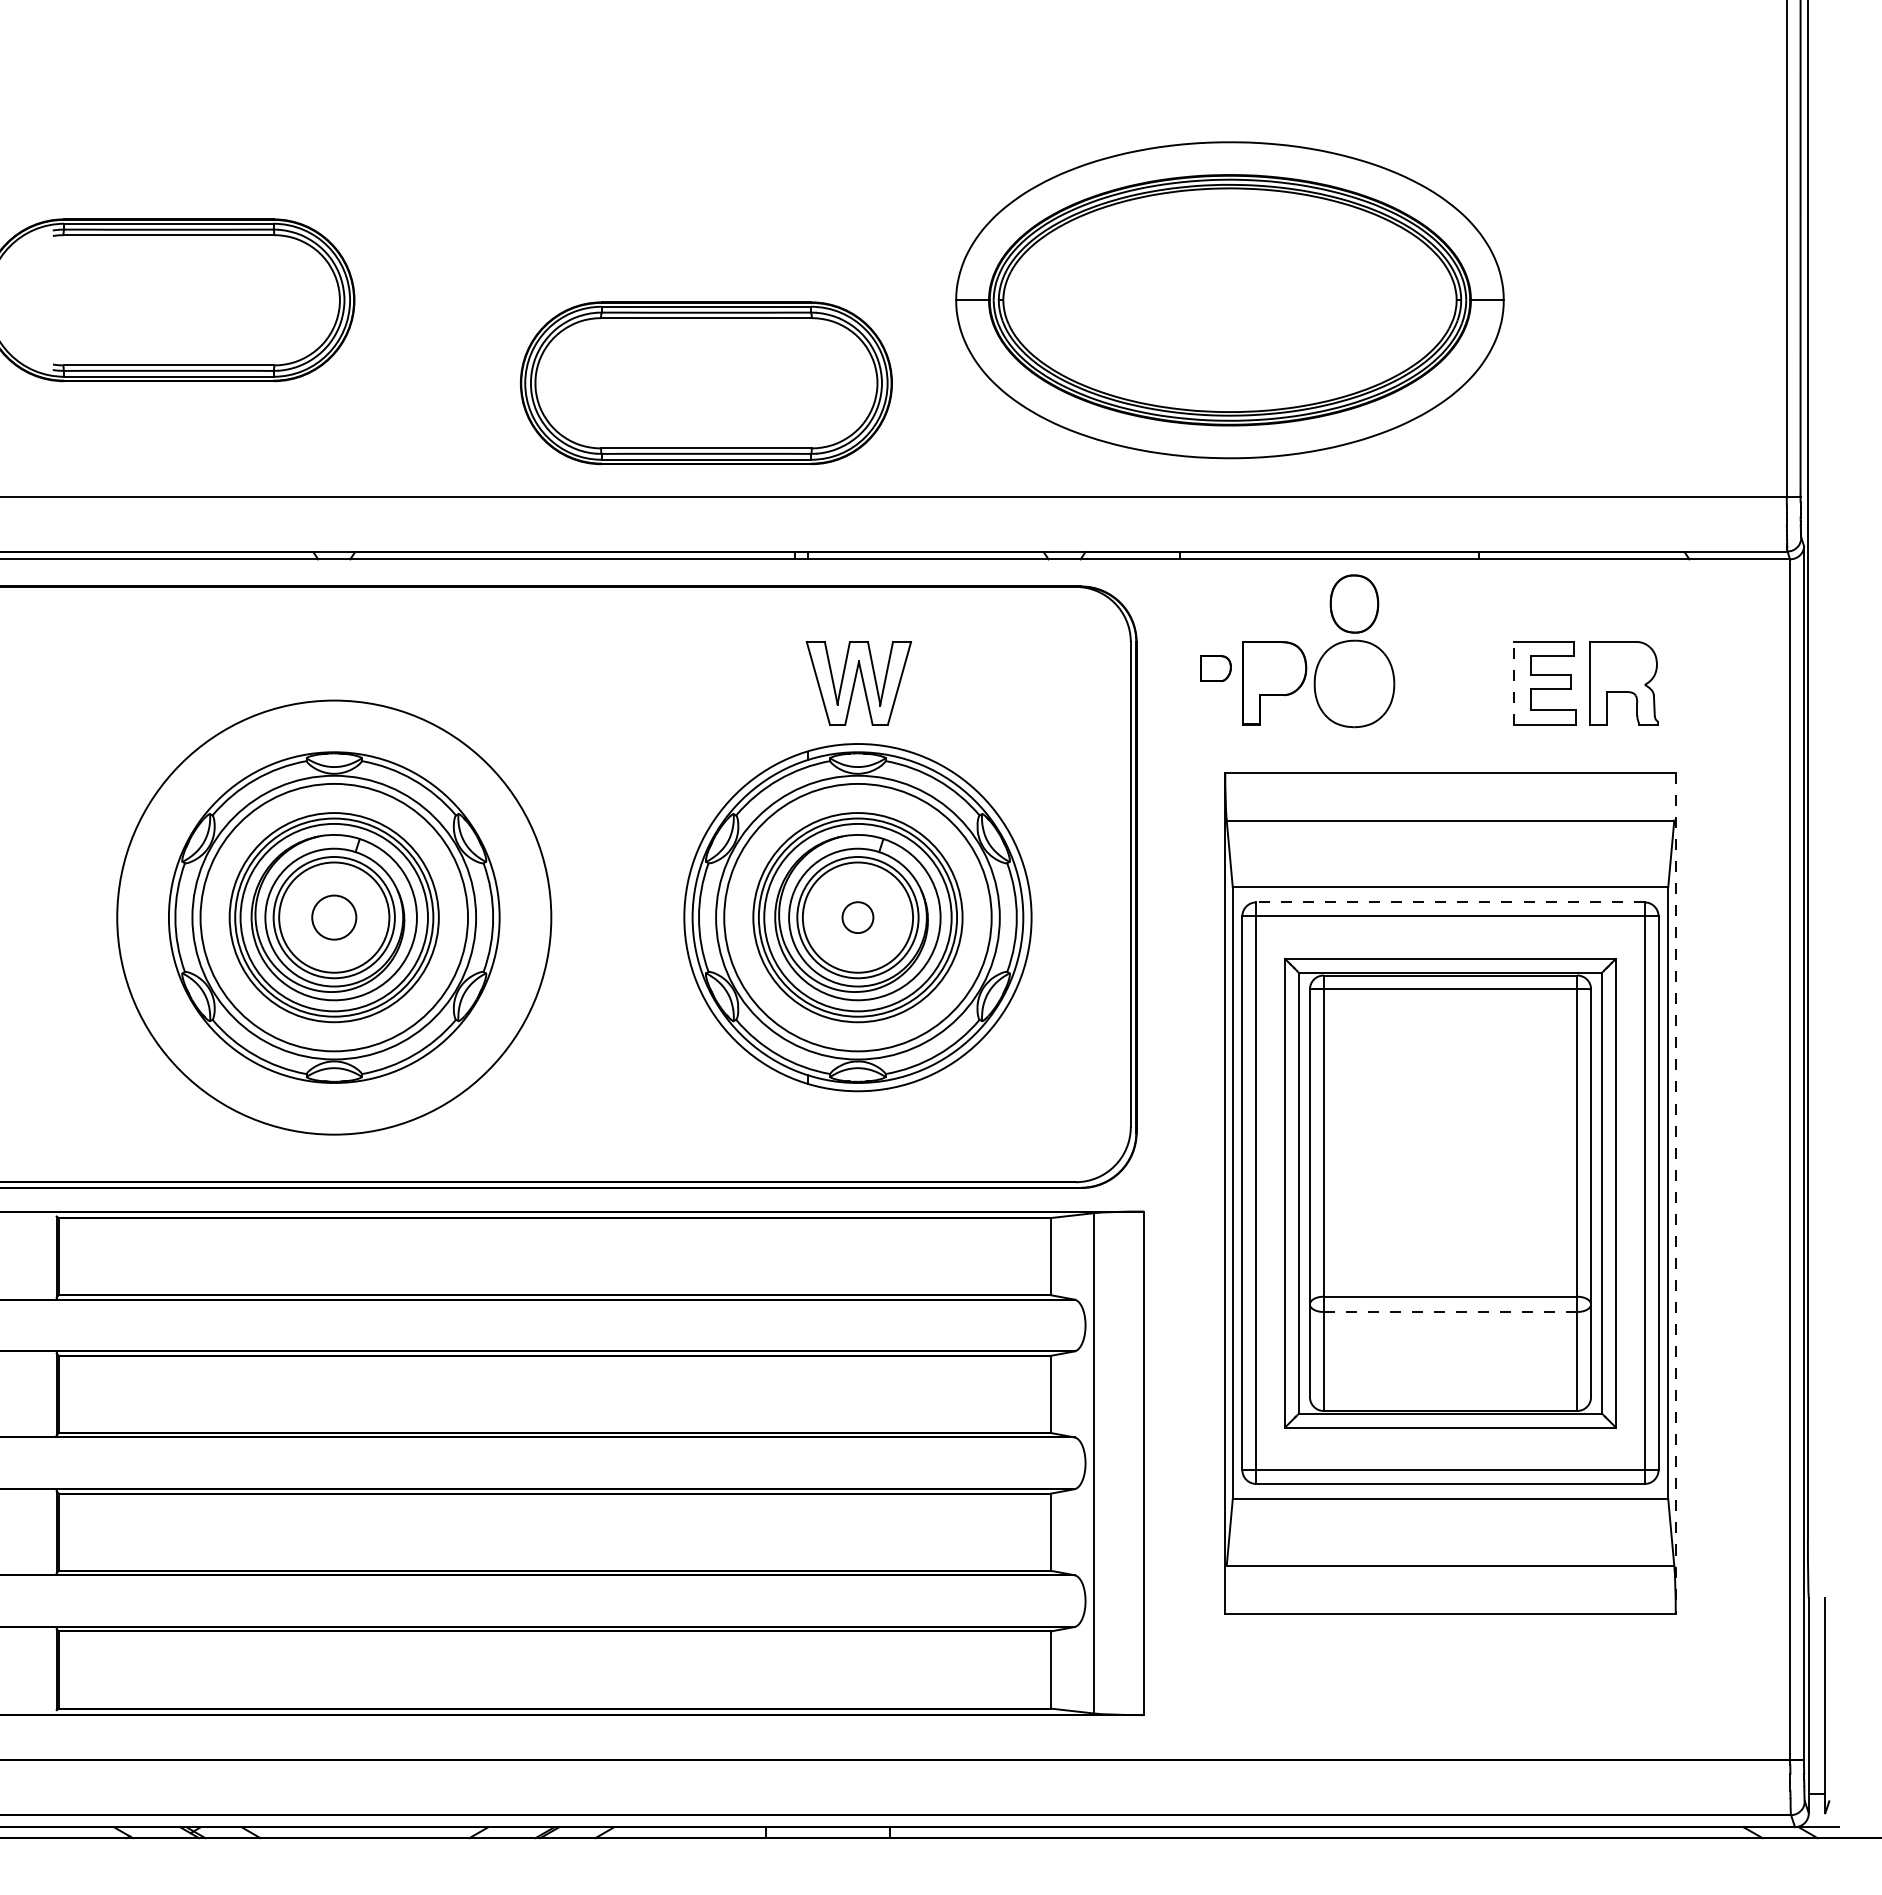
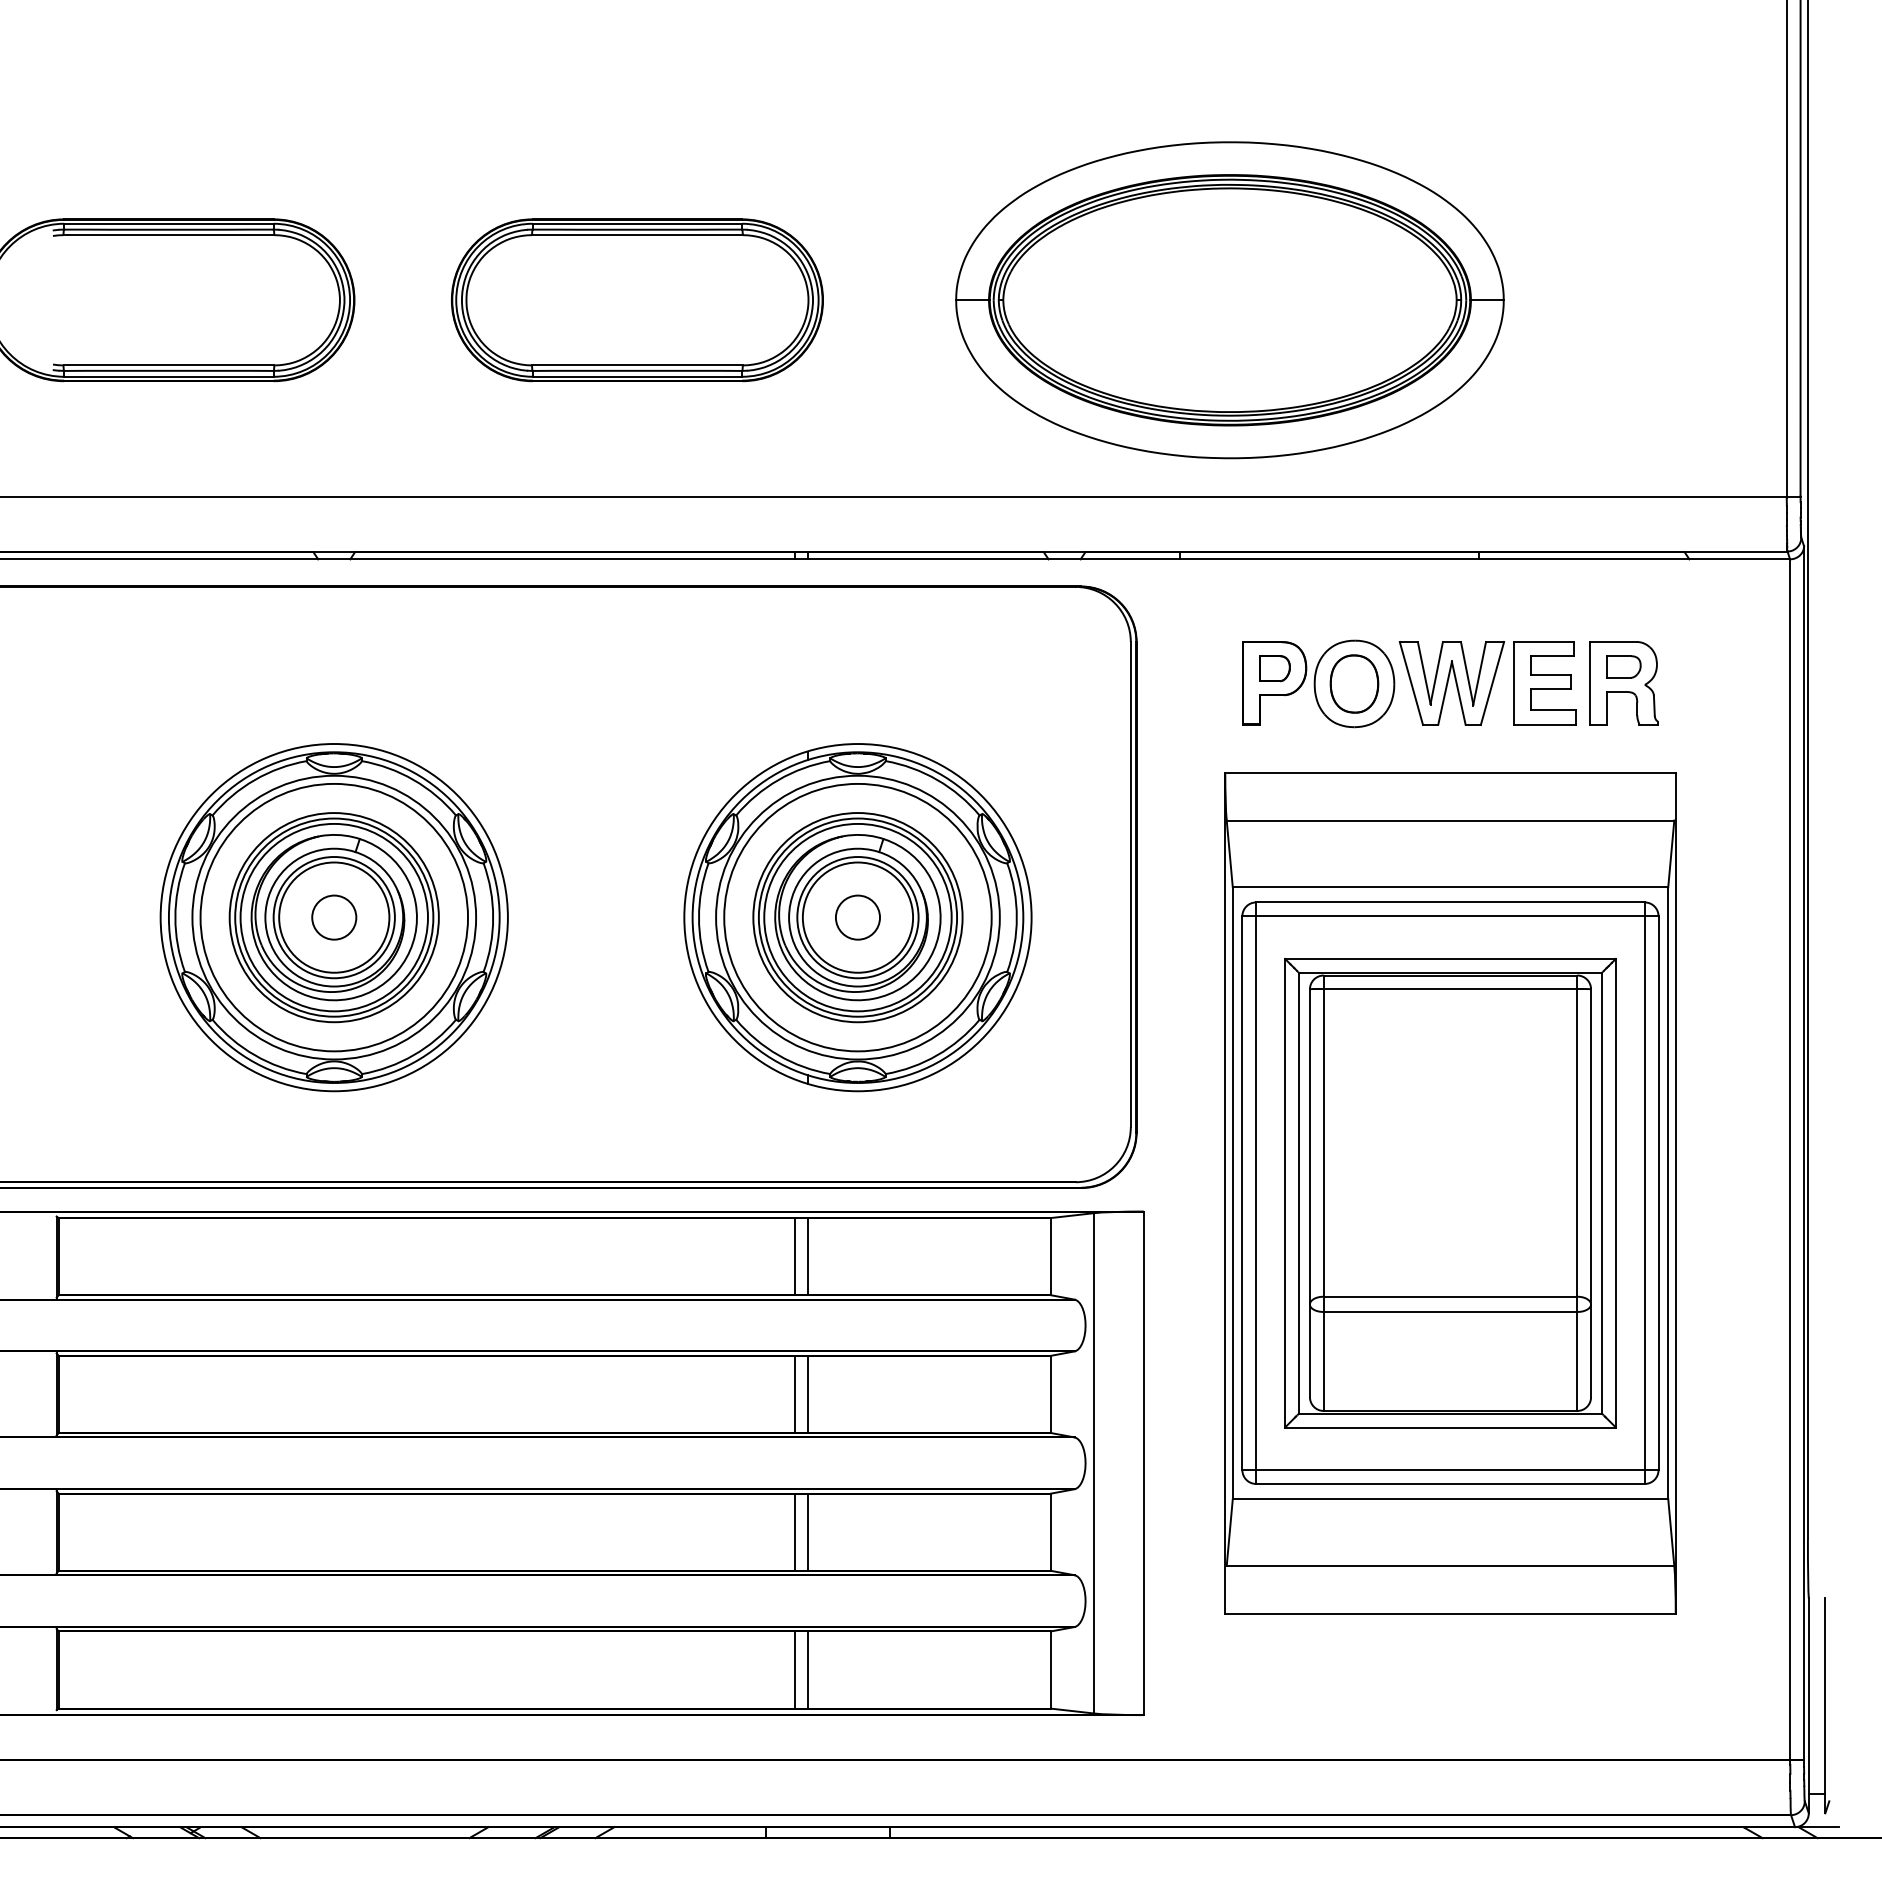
part at (706, 383) position: (706, 383) -> (637, 300)
part at (1354, 603) position: (1354, 603) -> (1354, 683)
part at (1623, 666): none -> present
part at (1215, 668) position: (1215, 668) -> (1274, 668)
line at (1514, 682): dashed -> solid
part at (858, 683) position: (858, 683) -> (1451, 683)
line at (1449, 902): dashed -> solid
circle at (334, 917) diameter: 434 px -> 347 px
circle at (857, 917) diameter: 31 px -> 44 px
line at (1675, 1193): dashed -> solid
line at (794, 1256): none -> present
line at (808, 1256): none -> present
line at (1450, 1311): dashed -> solid
line at (794, 1394): none -> present
line at (808, 1394): none -> present
line at (794, 1531): none -> present
line at (808, 1531): none -> present
line at (794, 1669): none -> present
line at (808, 1669): none -> present
